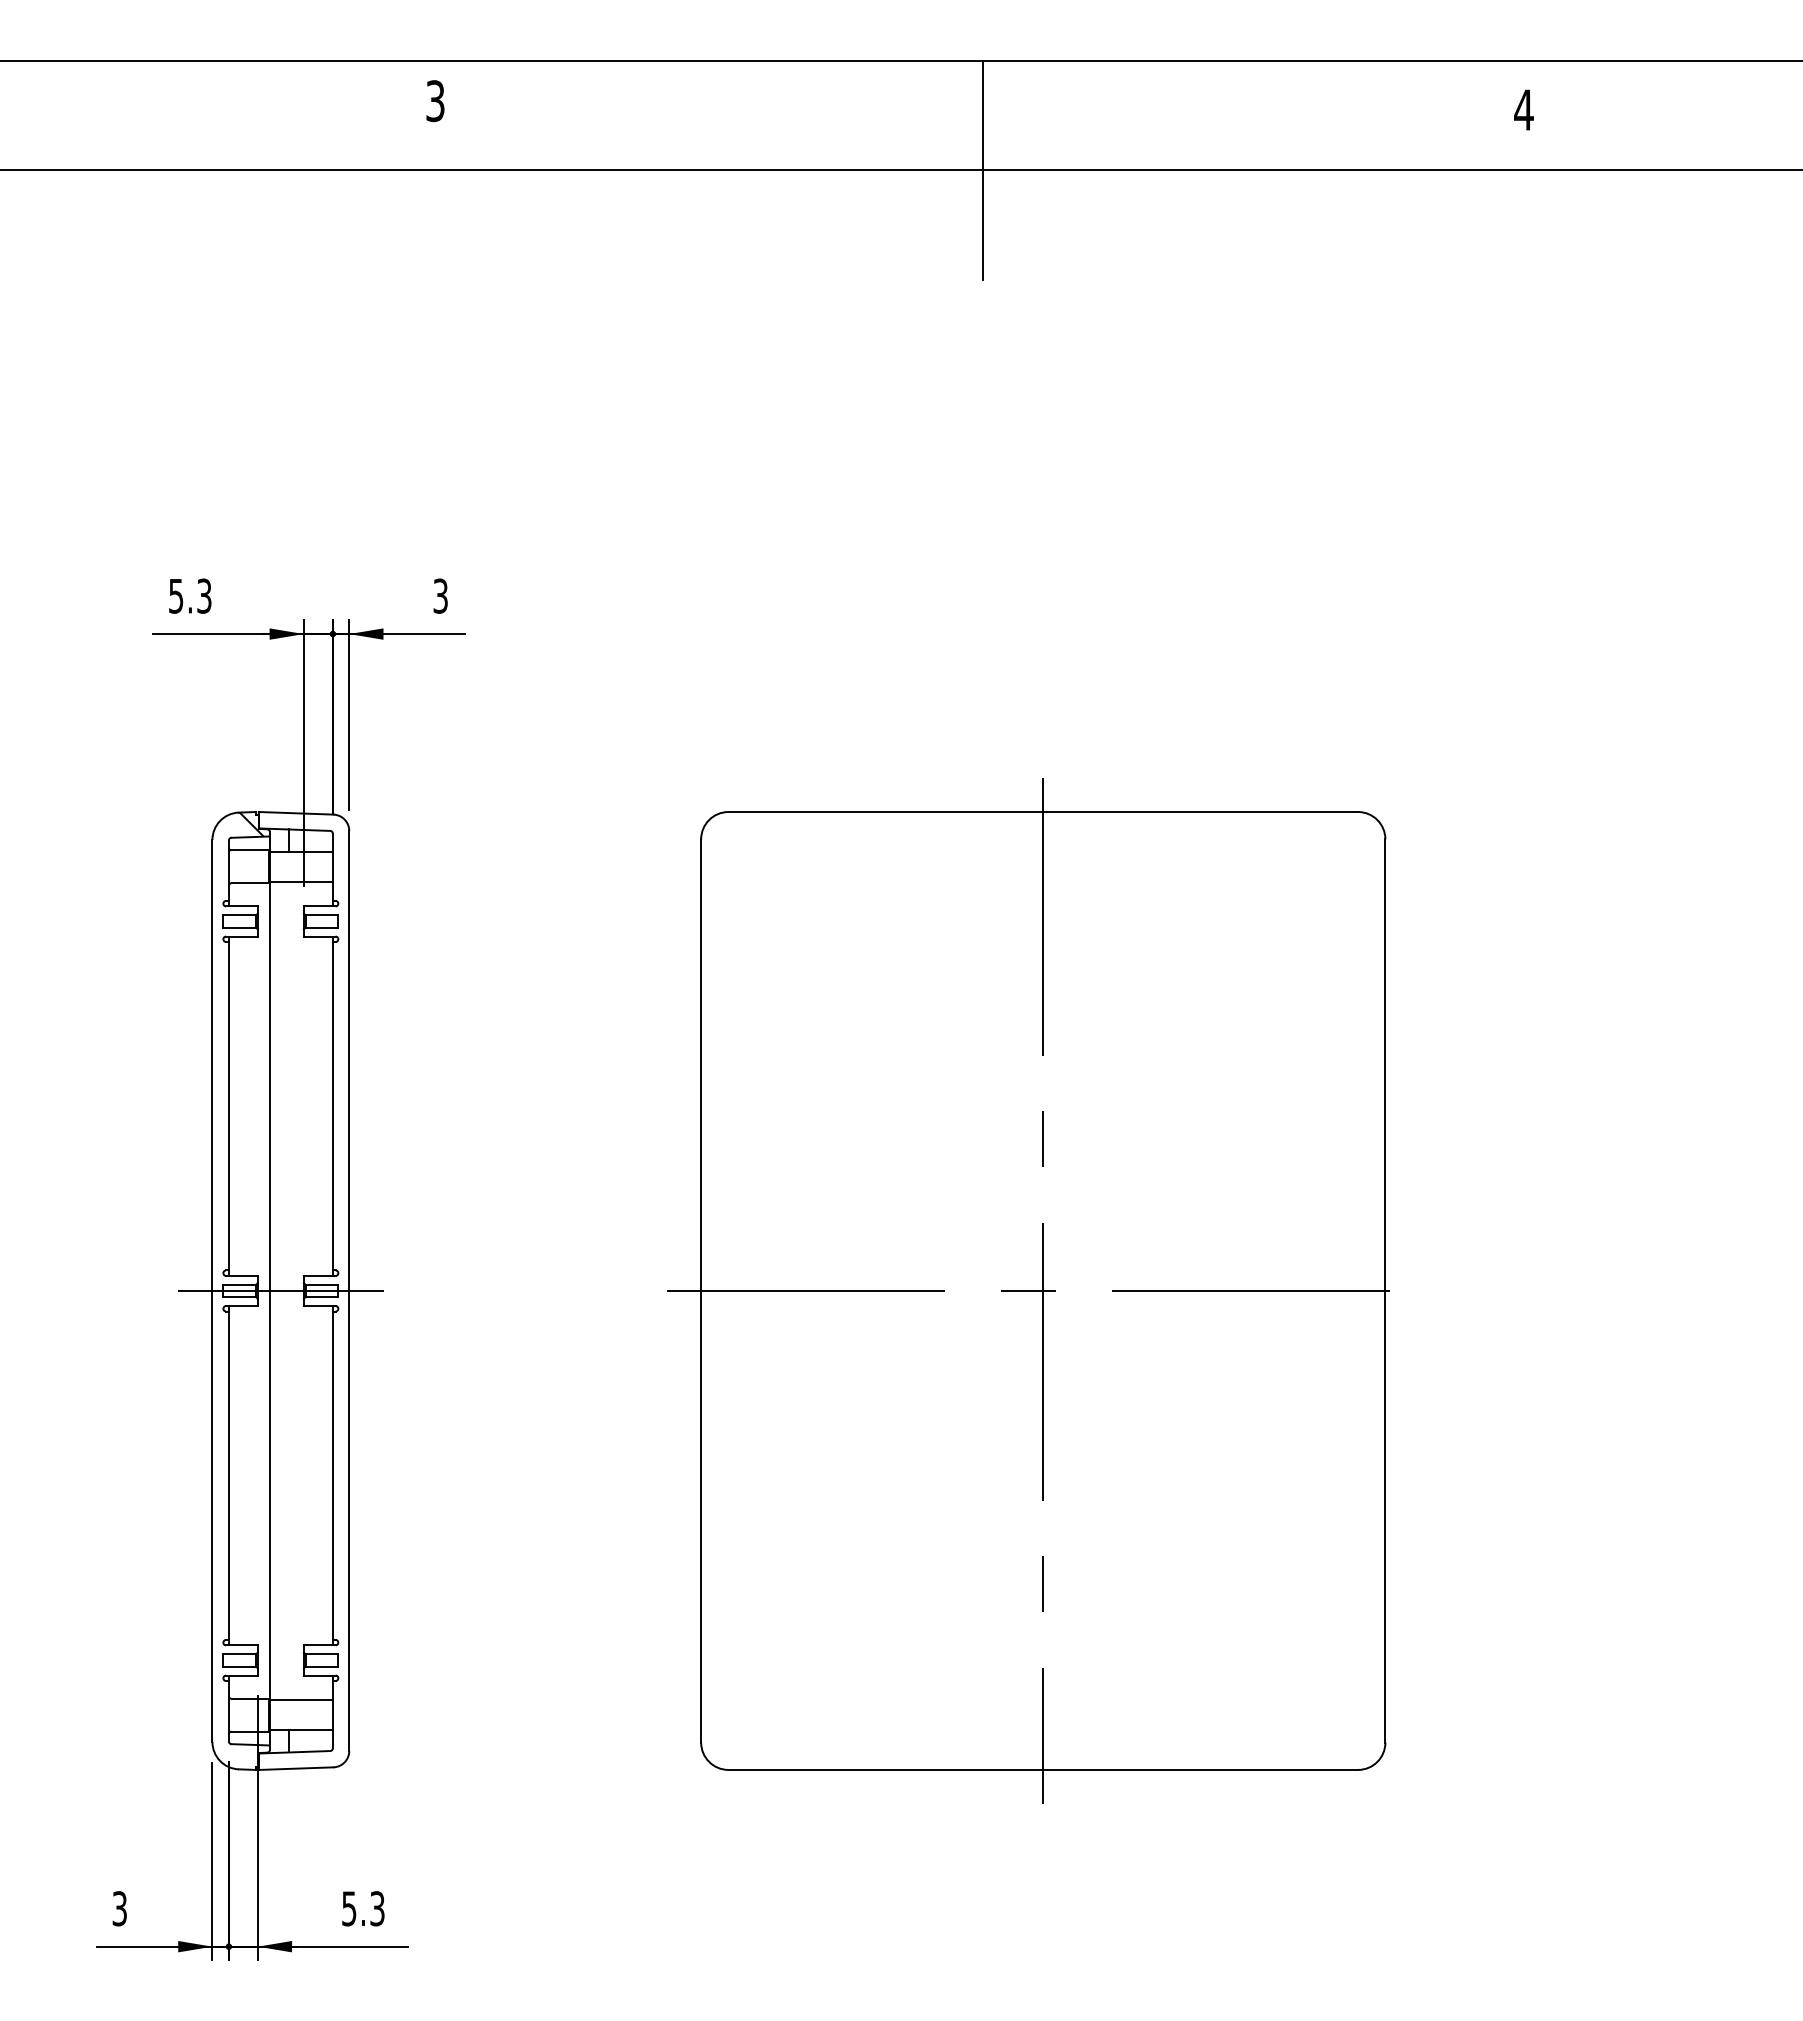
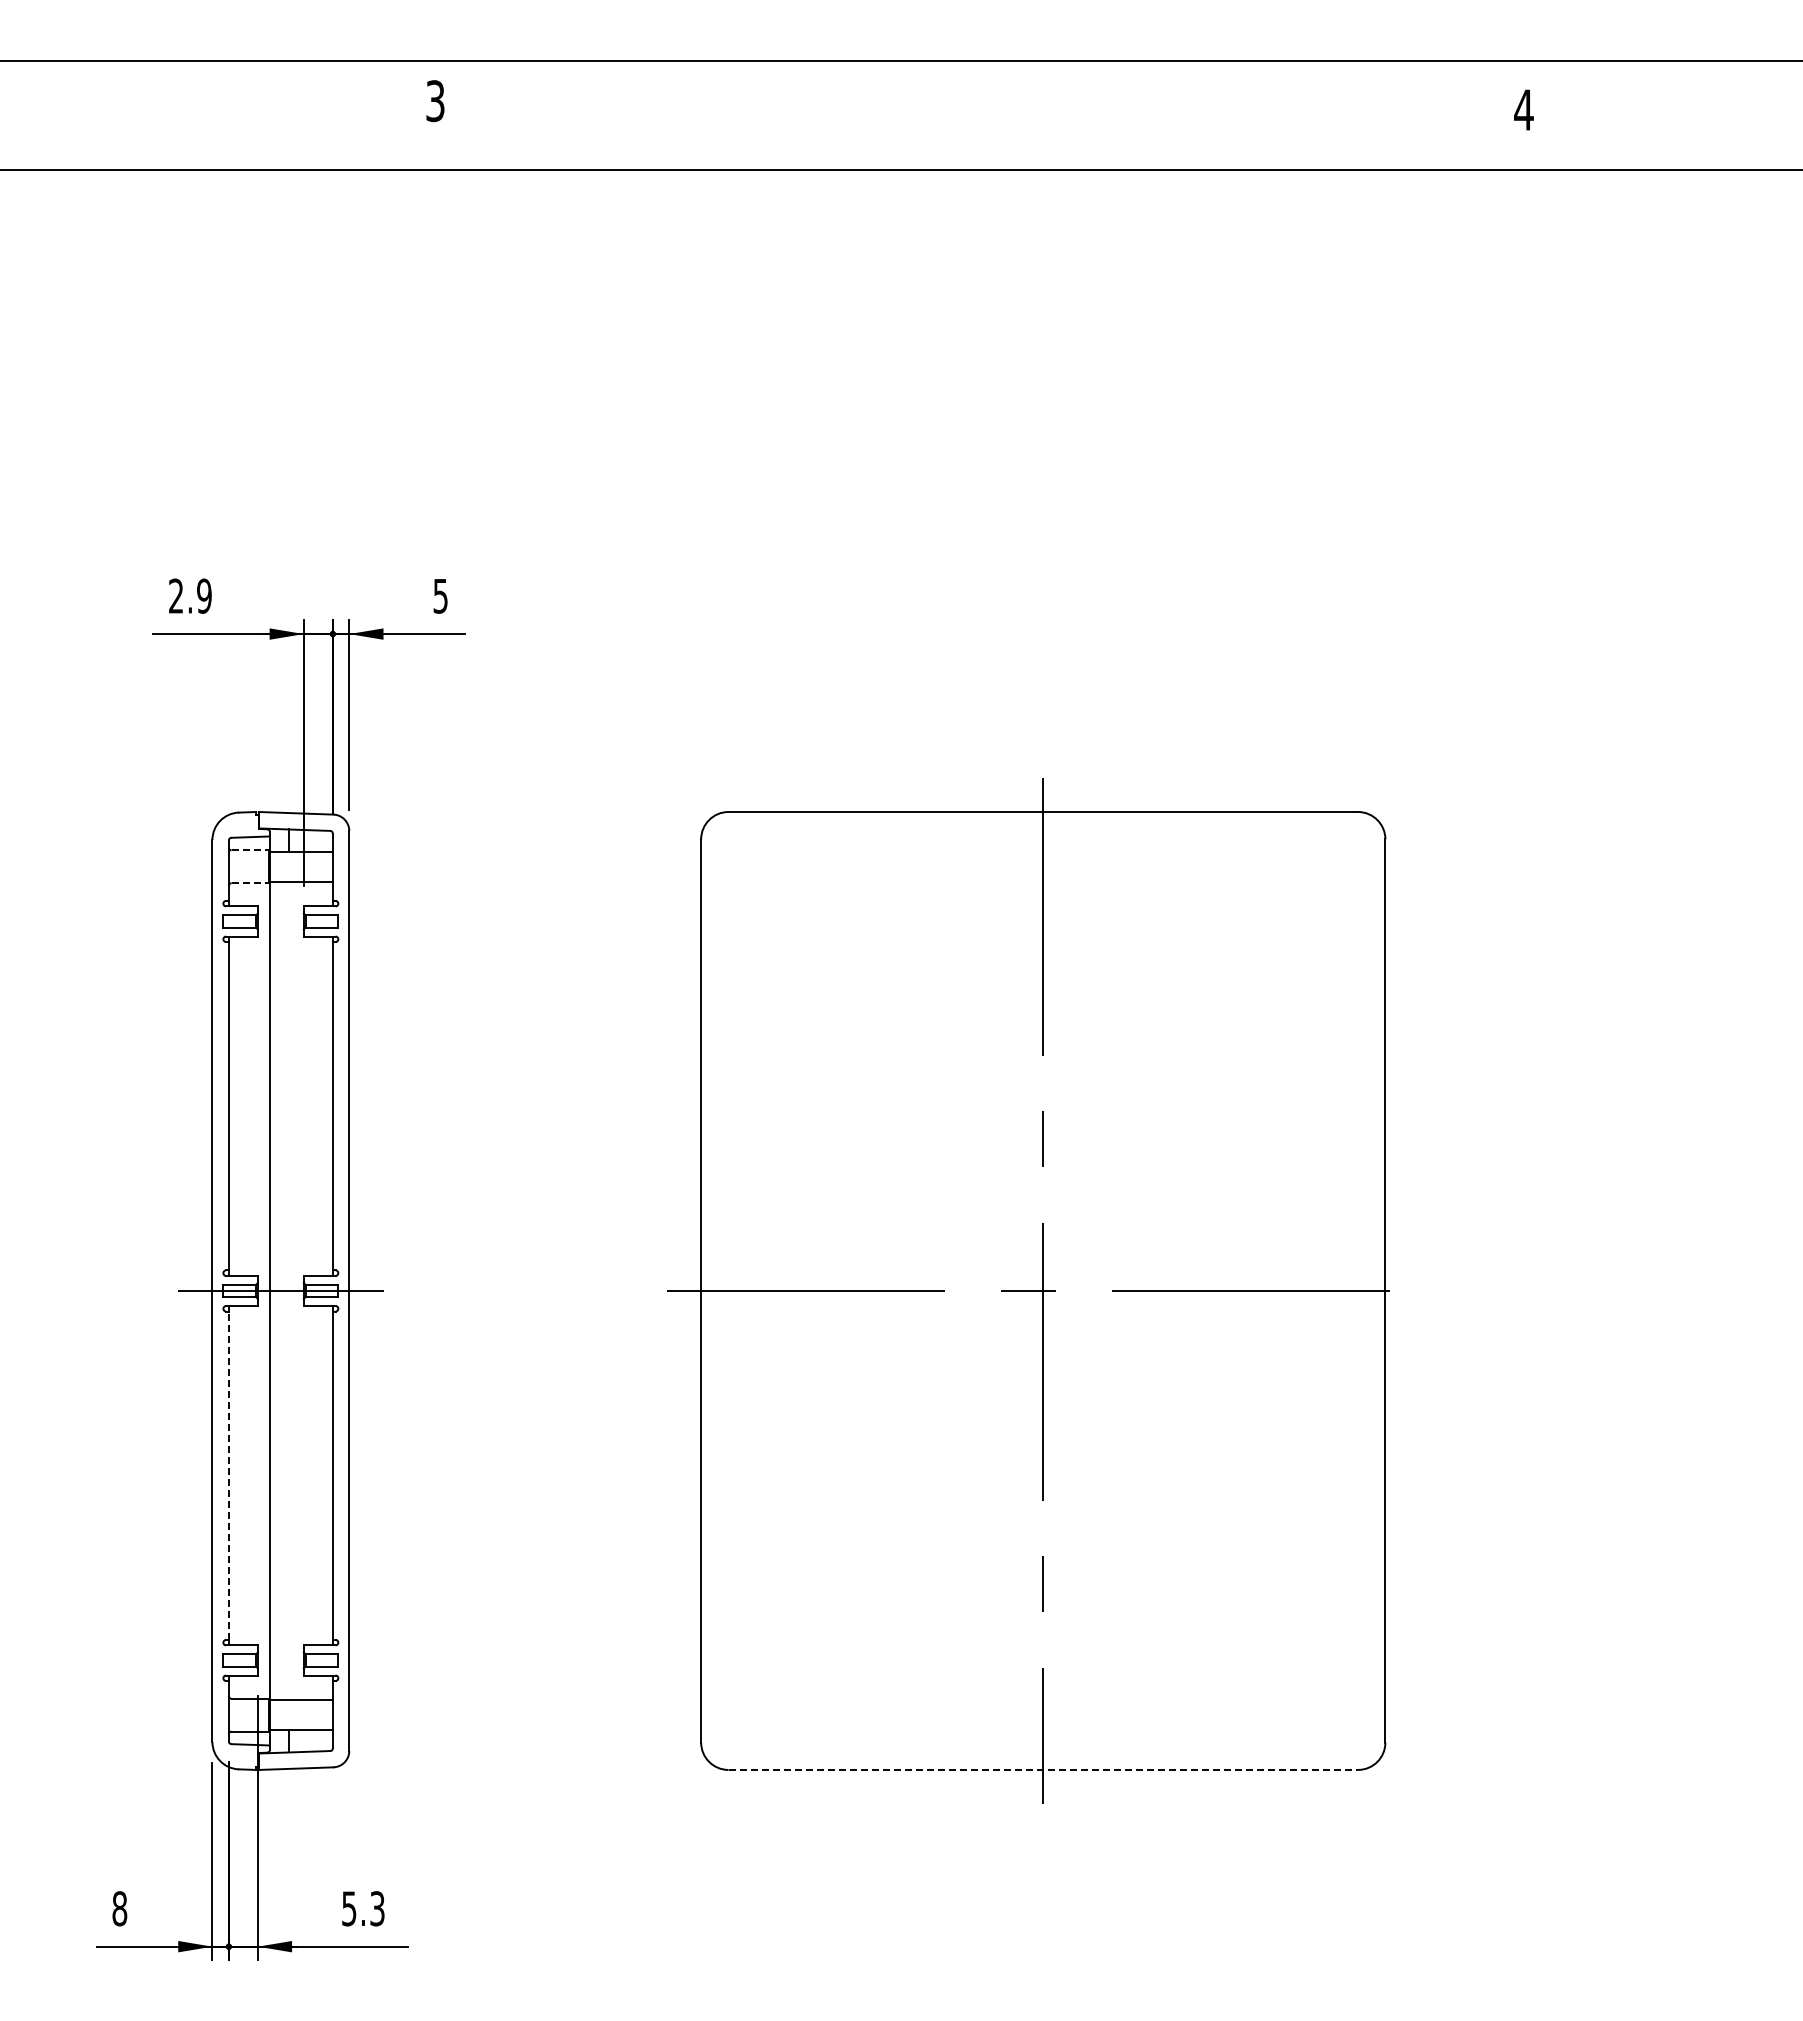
line at (983, 169): present -> none
text at (190, 595): 5.3 -> 2.9
text at (440, 595): 3 -> 5
hatch at (251, 824): present -> none
line at (250, 850): solid -> dashed
line at (250, 883): solid -> dashed
line at (228, 1475): solid -> dashed
line at (1043, 1769): solid -> dashed
text at (119, 1908): 3 -> 8
